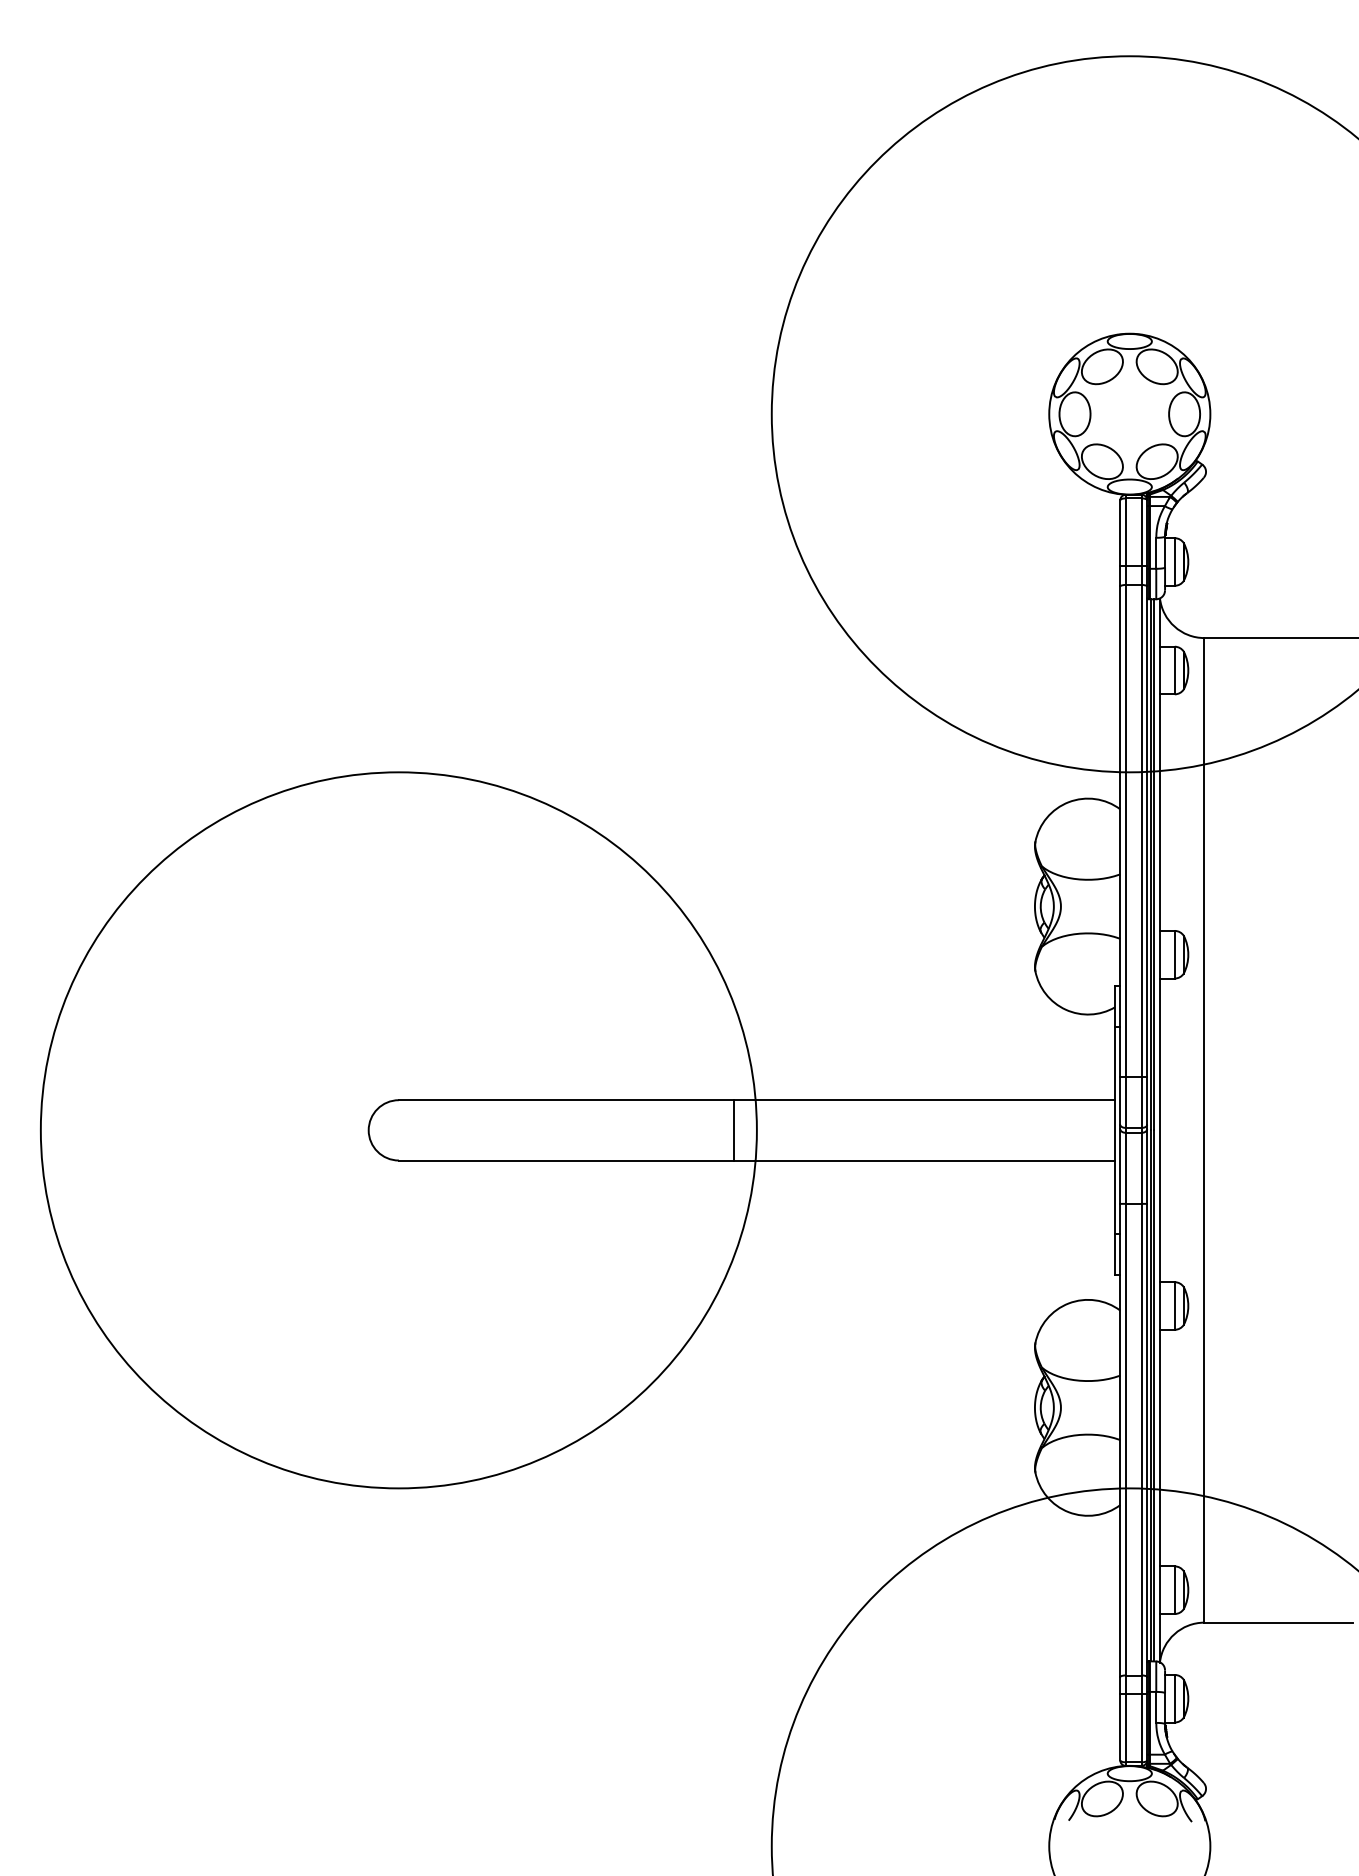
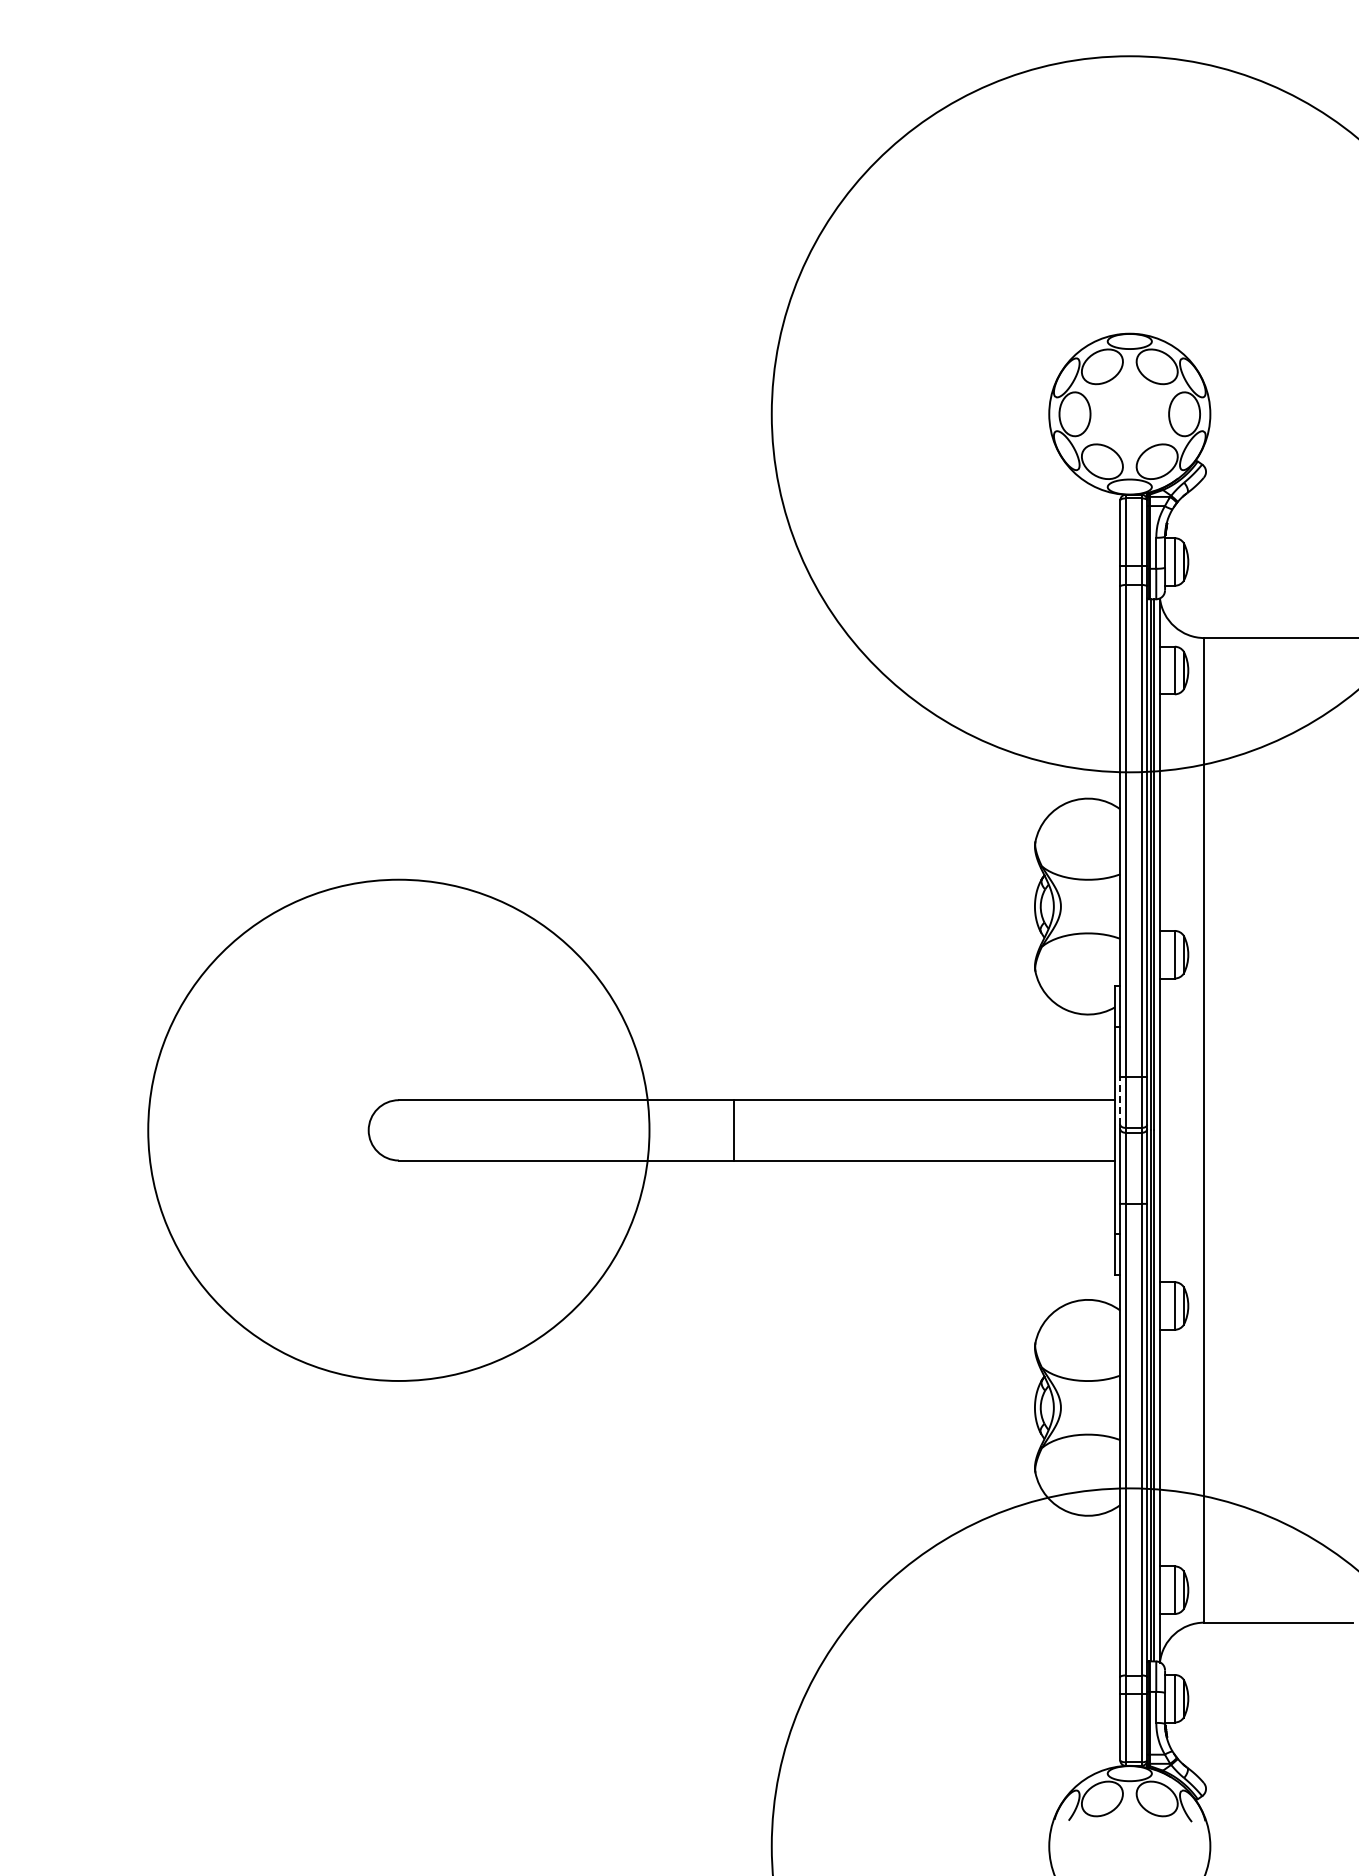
line at (1120, 1100): solid -> dashed
circle at (398, 1130) diameter: 716 px -> 501 px
